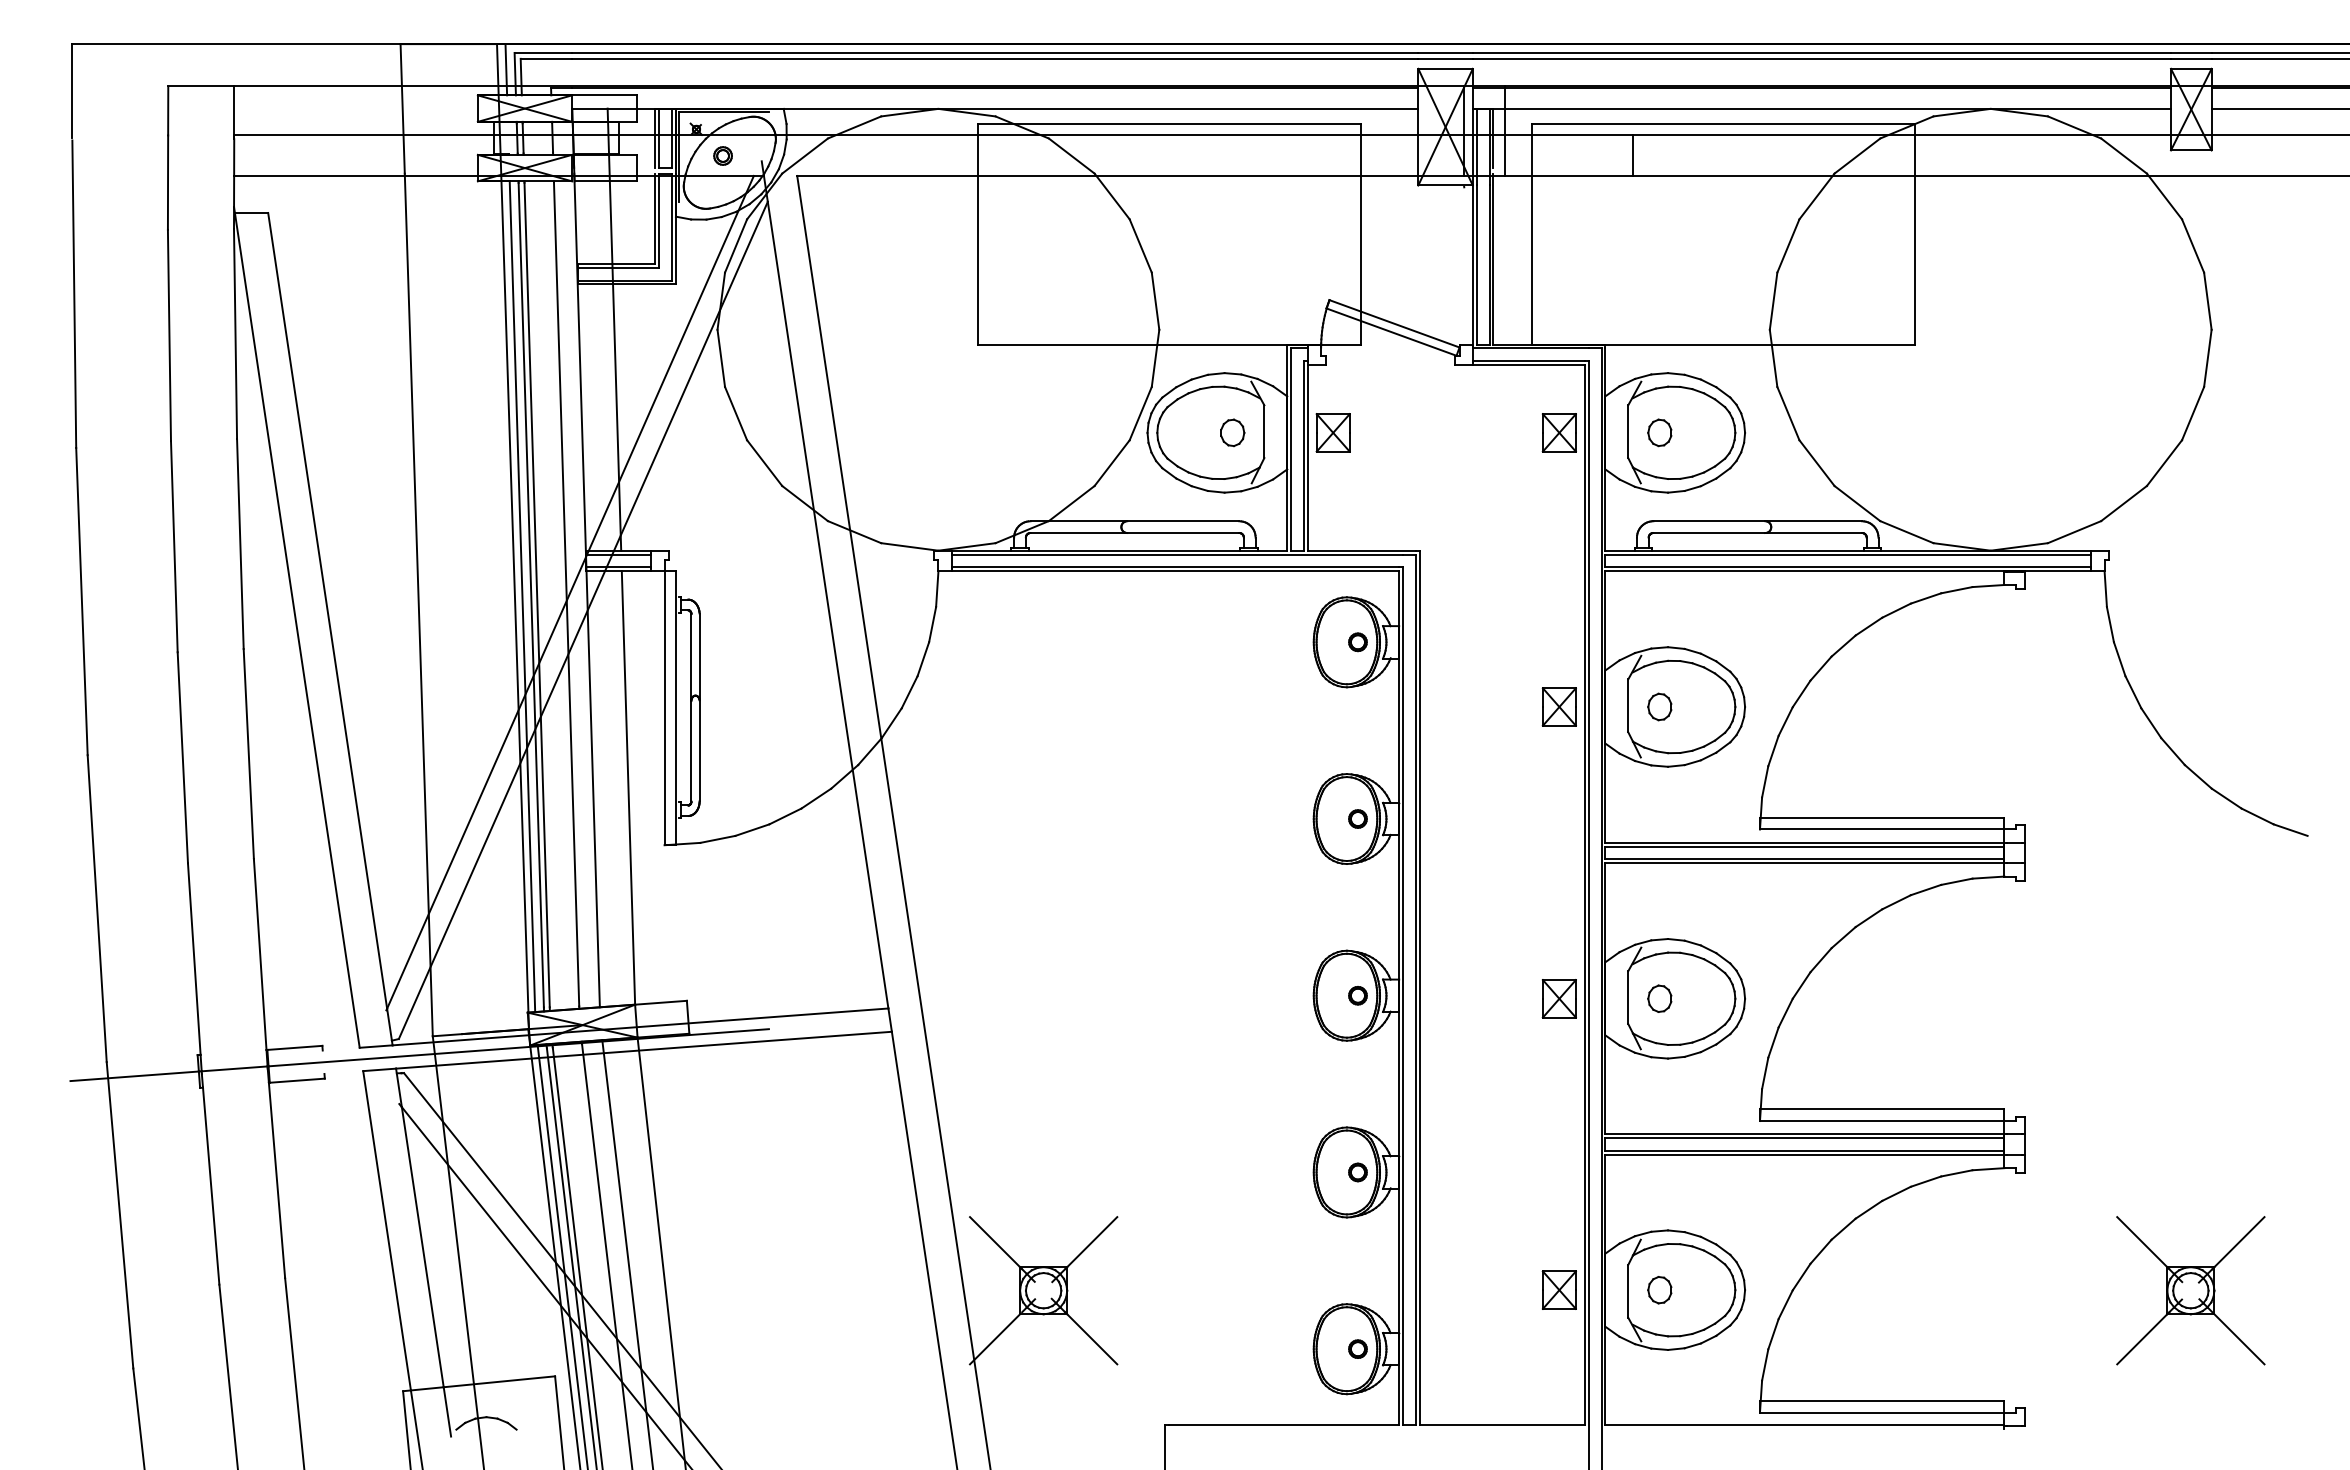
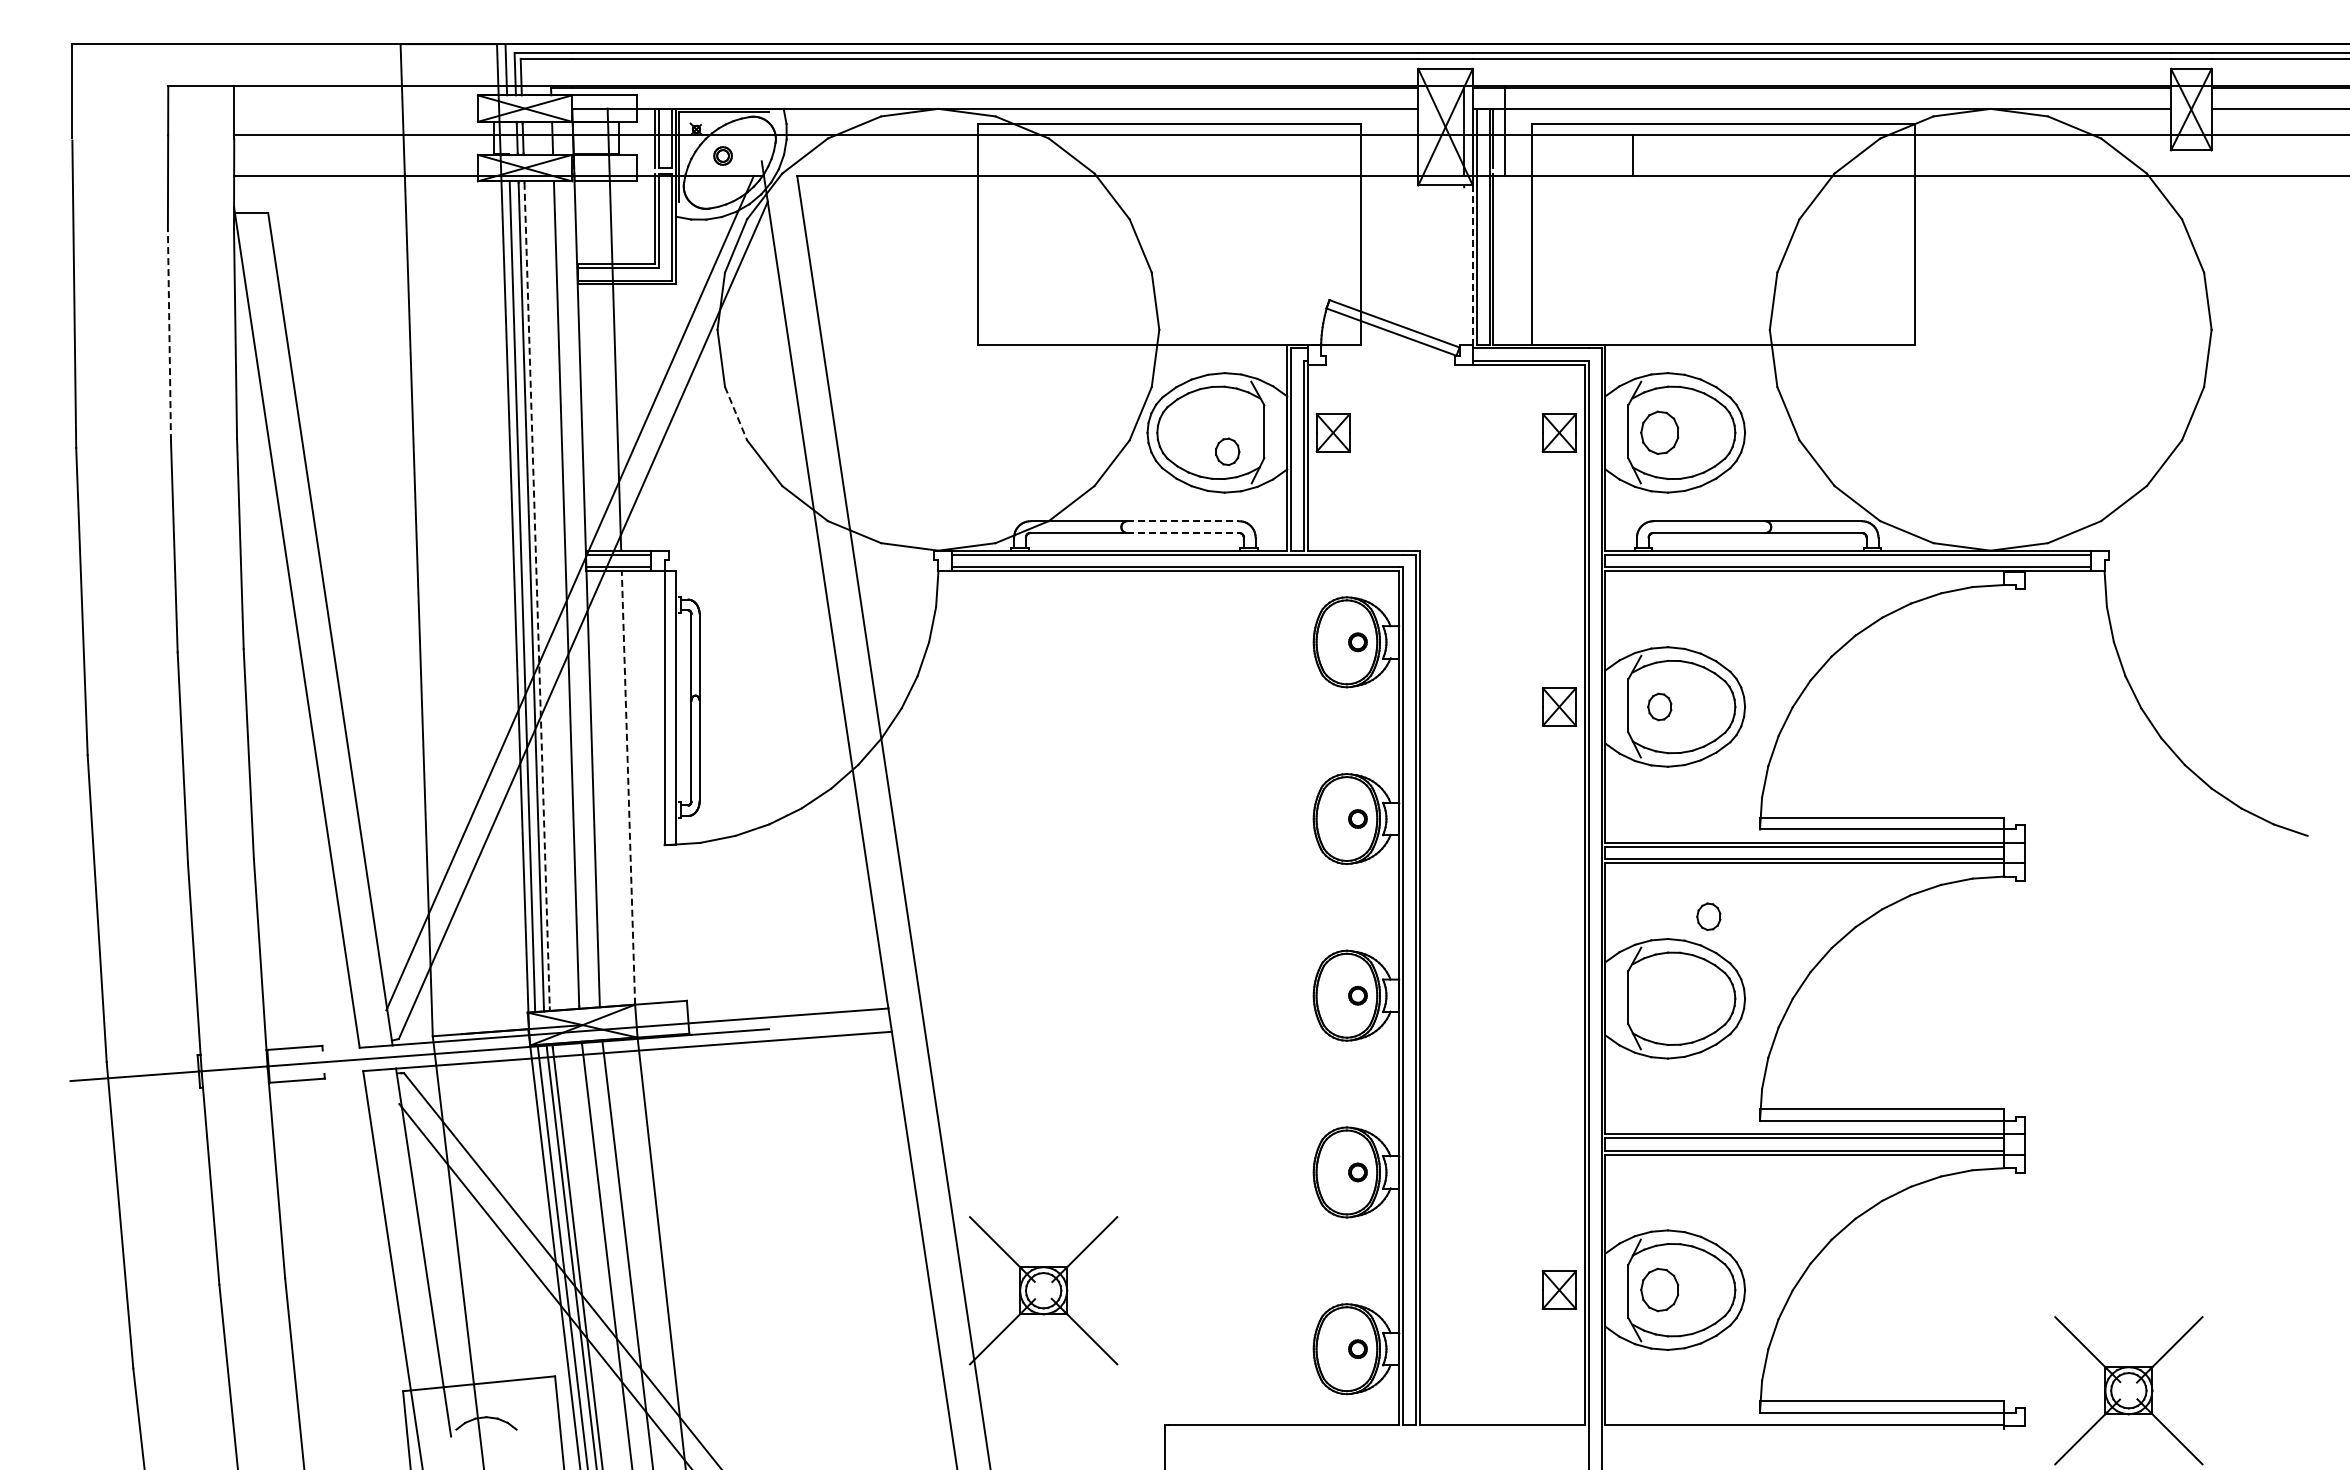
line at (1472, 265): solid -> dashed
line at (169, 335): solid -> dashed
line at (736, 413): solid -> dashed
part at (1232, 432) position: (1232, 432) -> (1227, 451)
part at (1659, 432) size: 26x30 px -> 40x45 px
line at (1183, 521): solid -> dashed
line at (1183, 533): solid -> dashed
line at (537, 595): solid -> dashed
line at (628, 788): solid -> dashed
part at (1558, 998): present -> none
part at (1659, 998) position: (1659, 998) -> (1708, 916)
part at (1659, 1290) size: 26x29 px -> 40x46 px
part at (2190, 1290) position: (2190, 1290) -> (2128, 1390)
